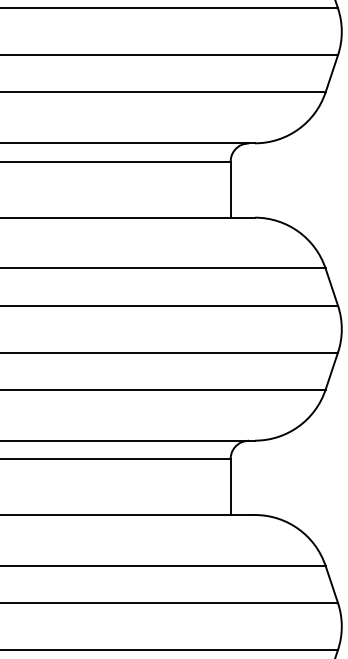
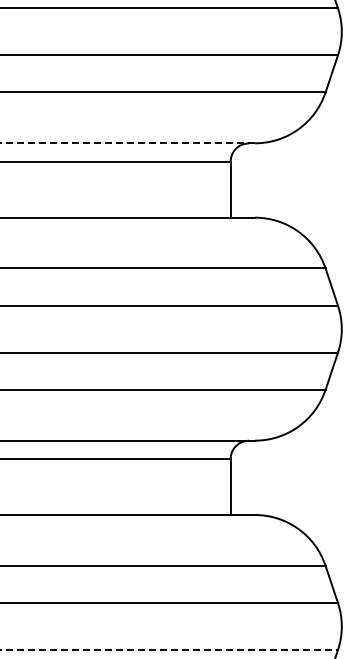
line at (127, 143): solid -> dashed
line at (169, 650): solid -> dashed
